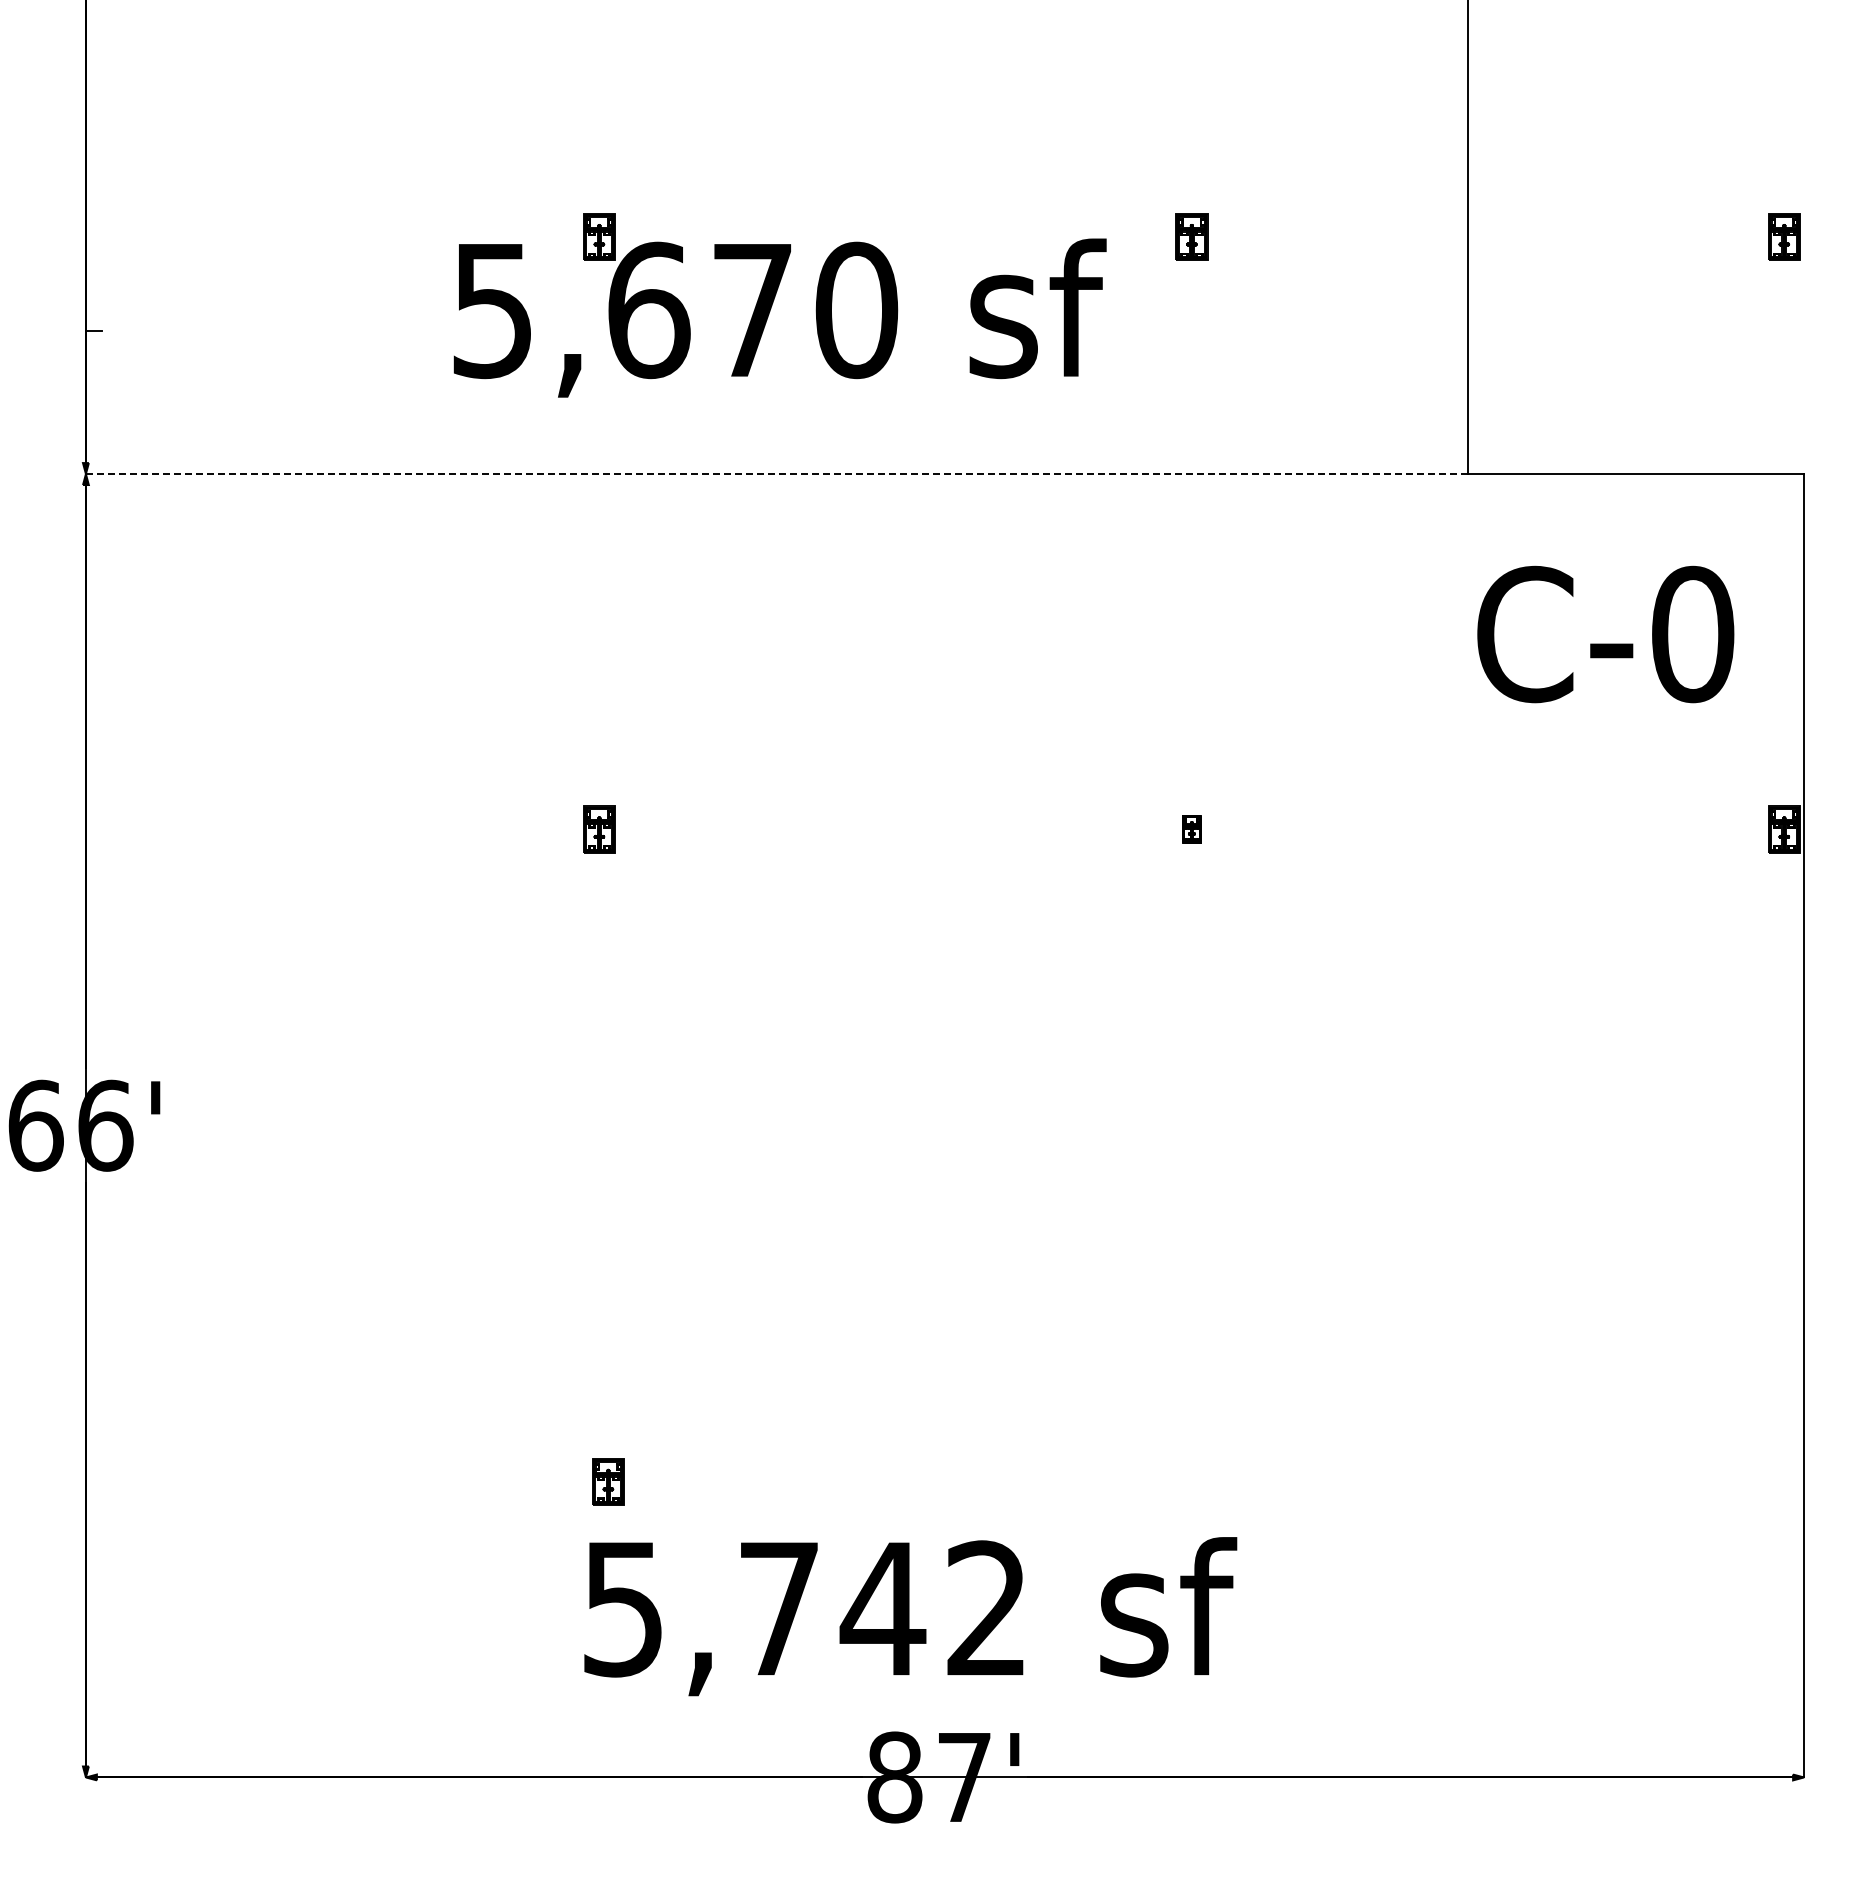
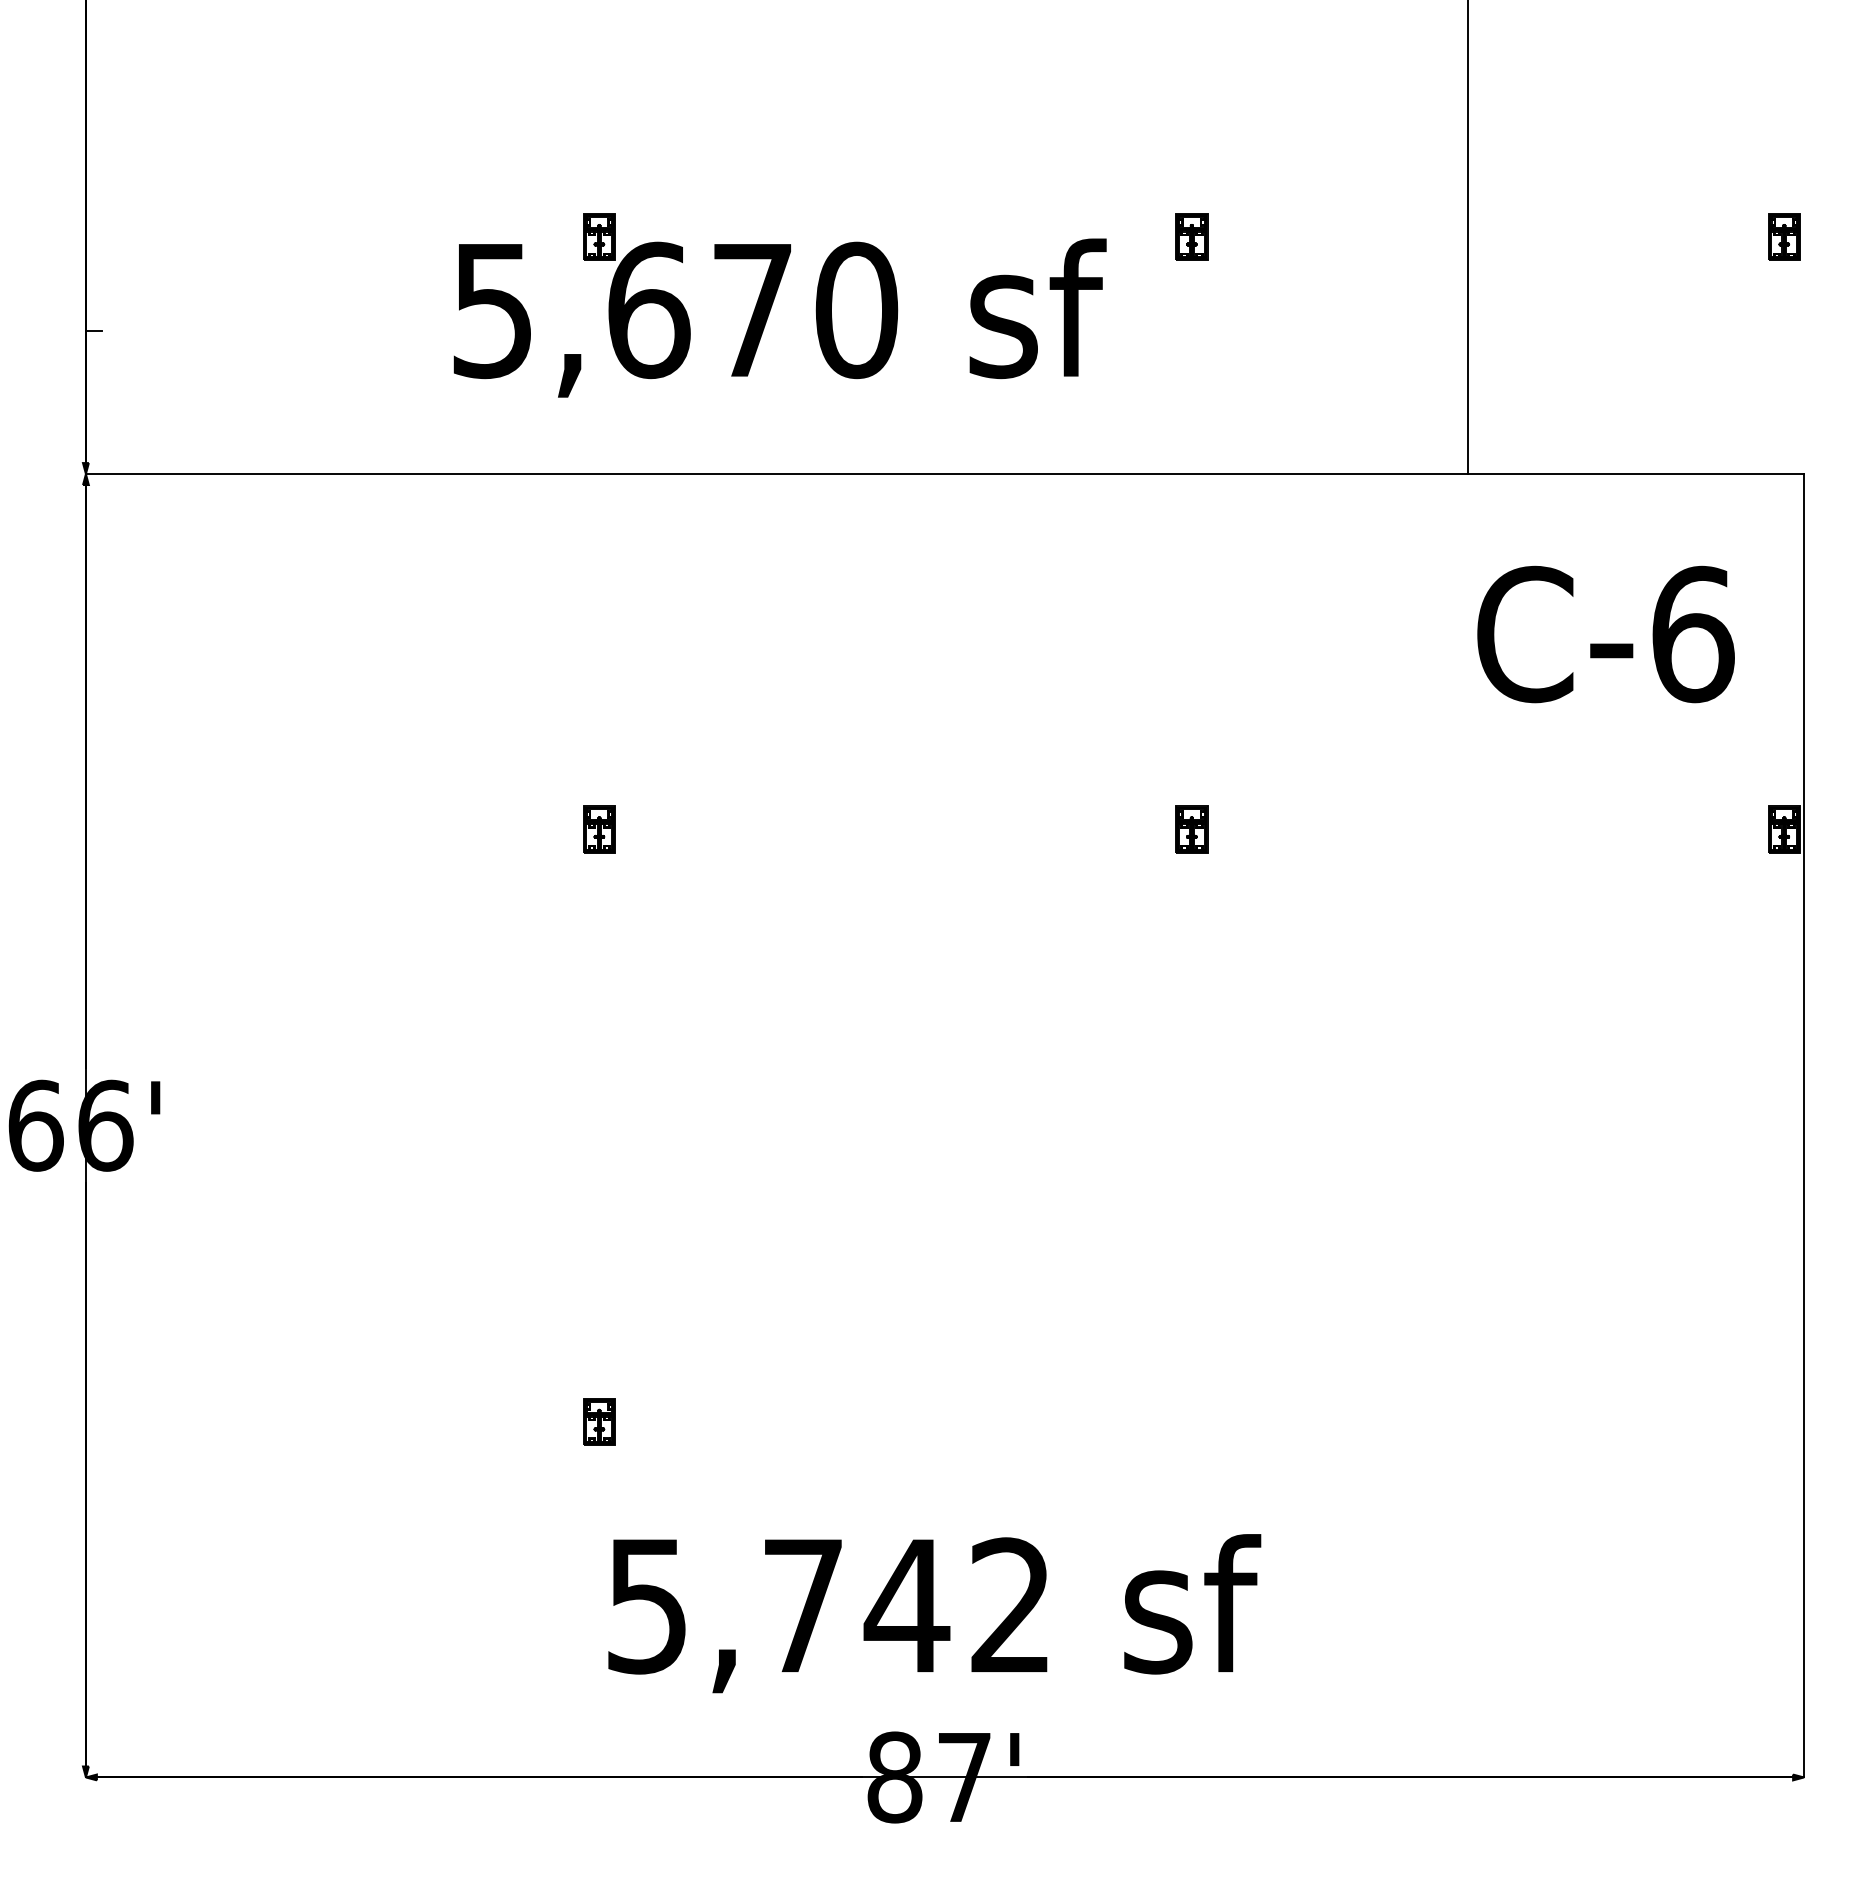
line at (777, 474): dashed -> solid
text at (1693, 634): C-0 -> C-6
part at (1191, 829) size: 20x29 px -> 34x49 px
part at (608, 1481) position: (608, 1481) -> (599, 1421)
text at (910, 1616) position: (910, 1616) -> (934, 1613)
